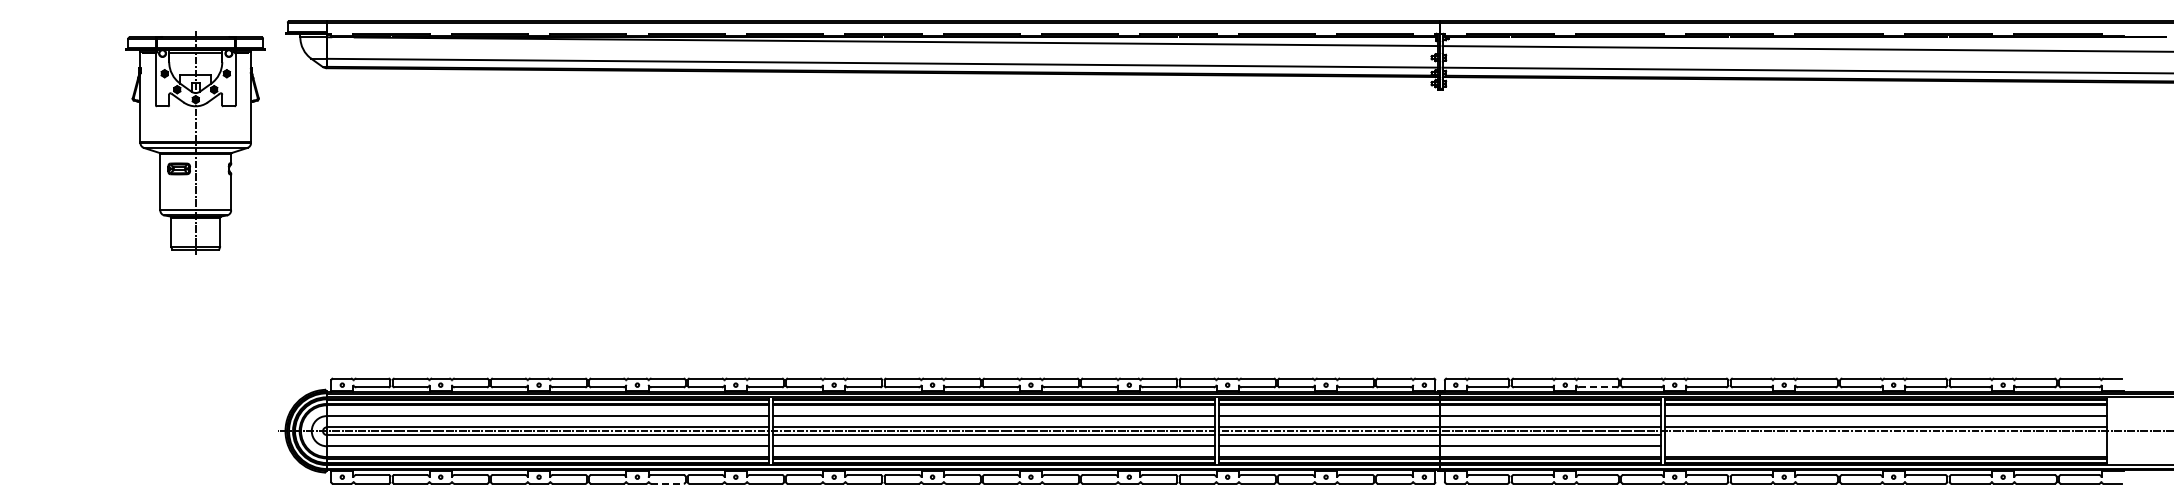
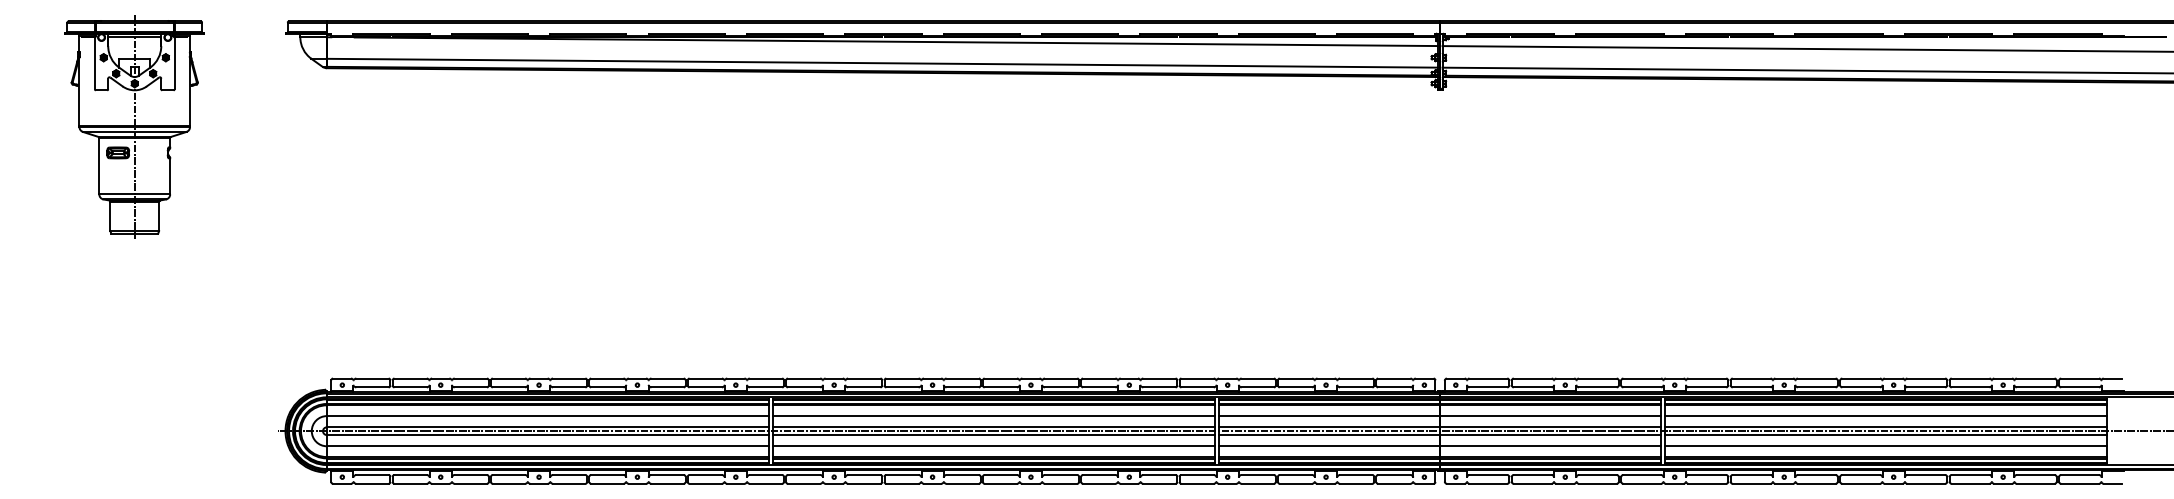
part at (195, 142) position: (195, 142) -> (134, 126)
line at (1597, 387): dashed -> solid
line at (1885, 435): none -> present
line at (1885, 446): none -> present
line at (668, 483): dashed -> solid
